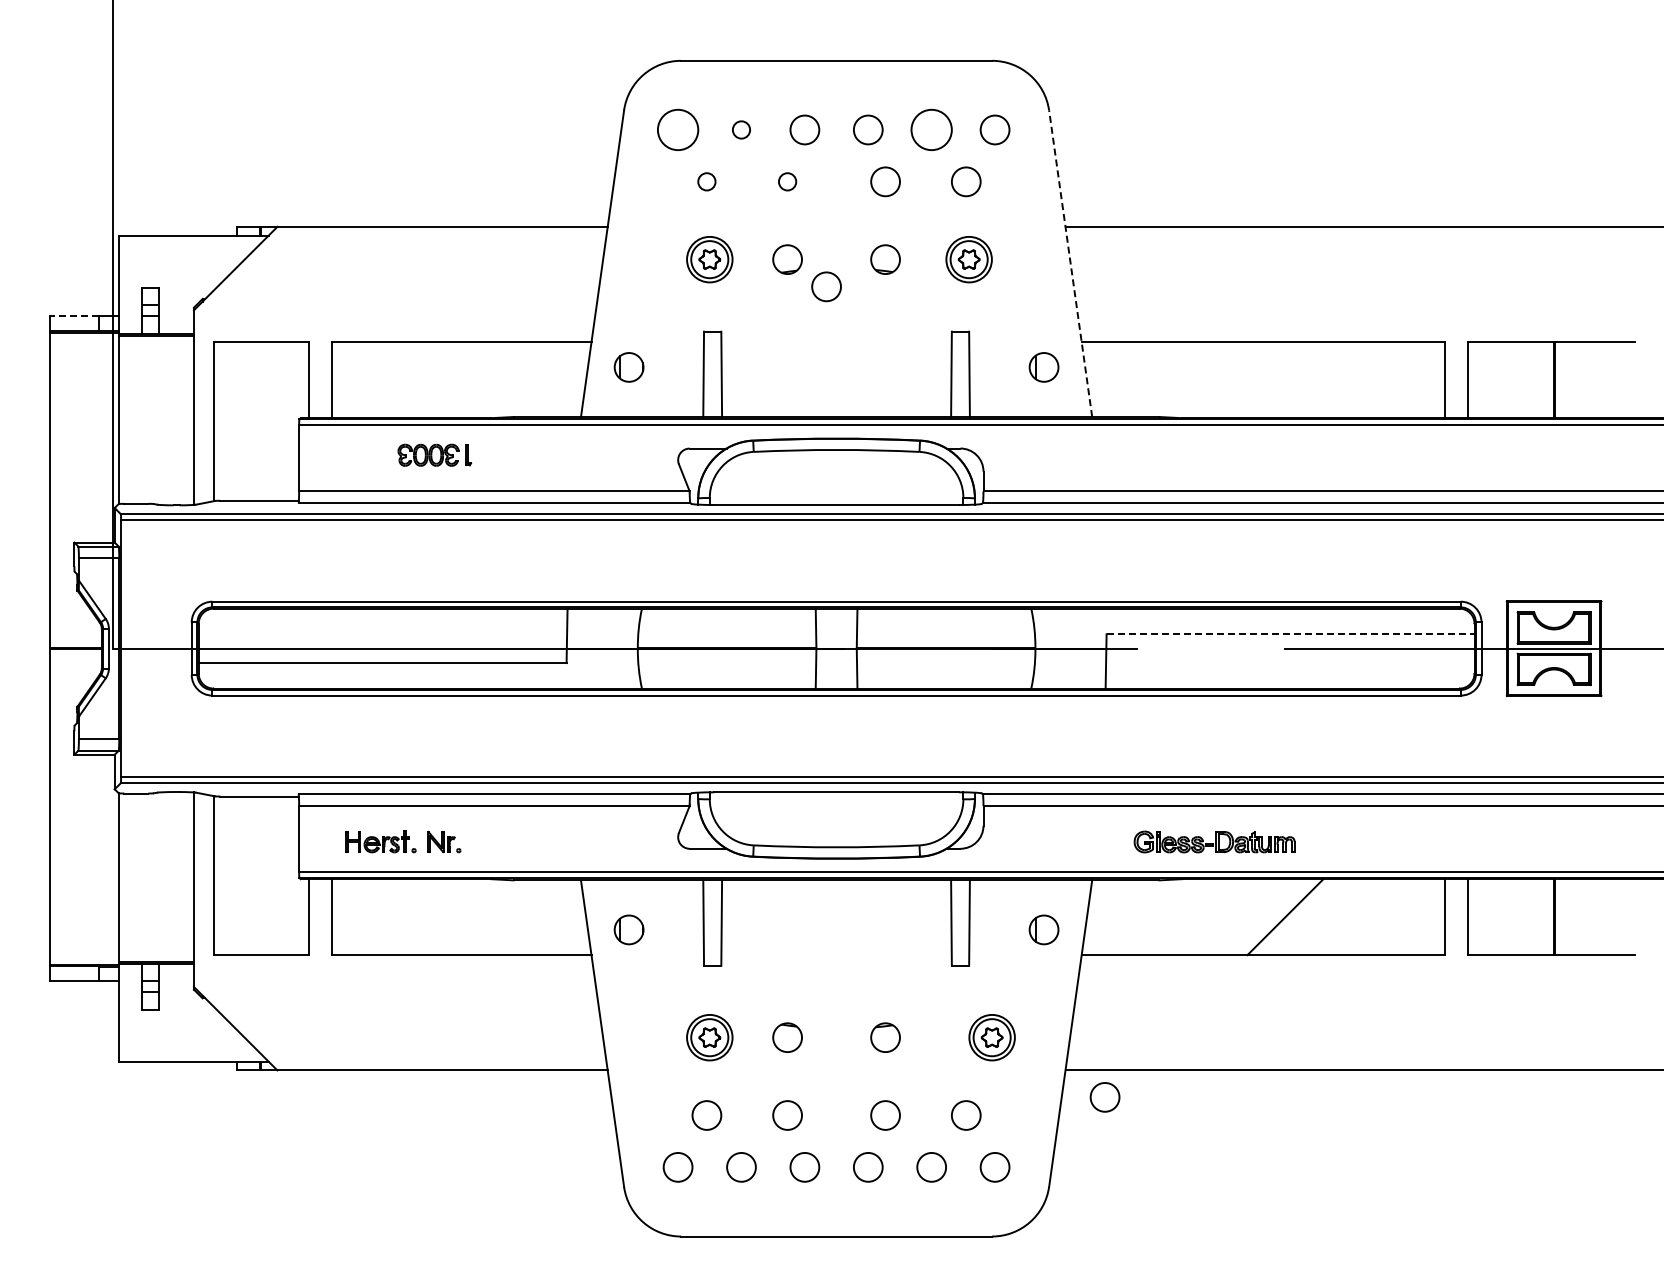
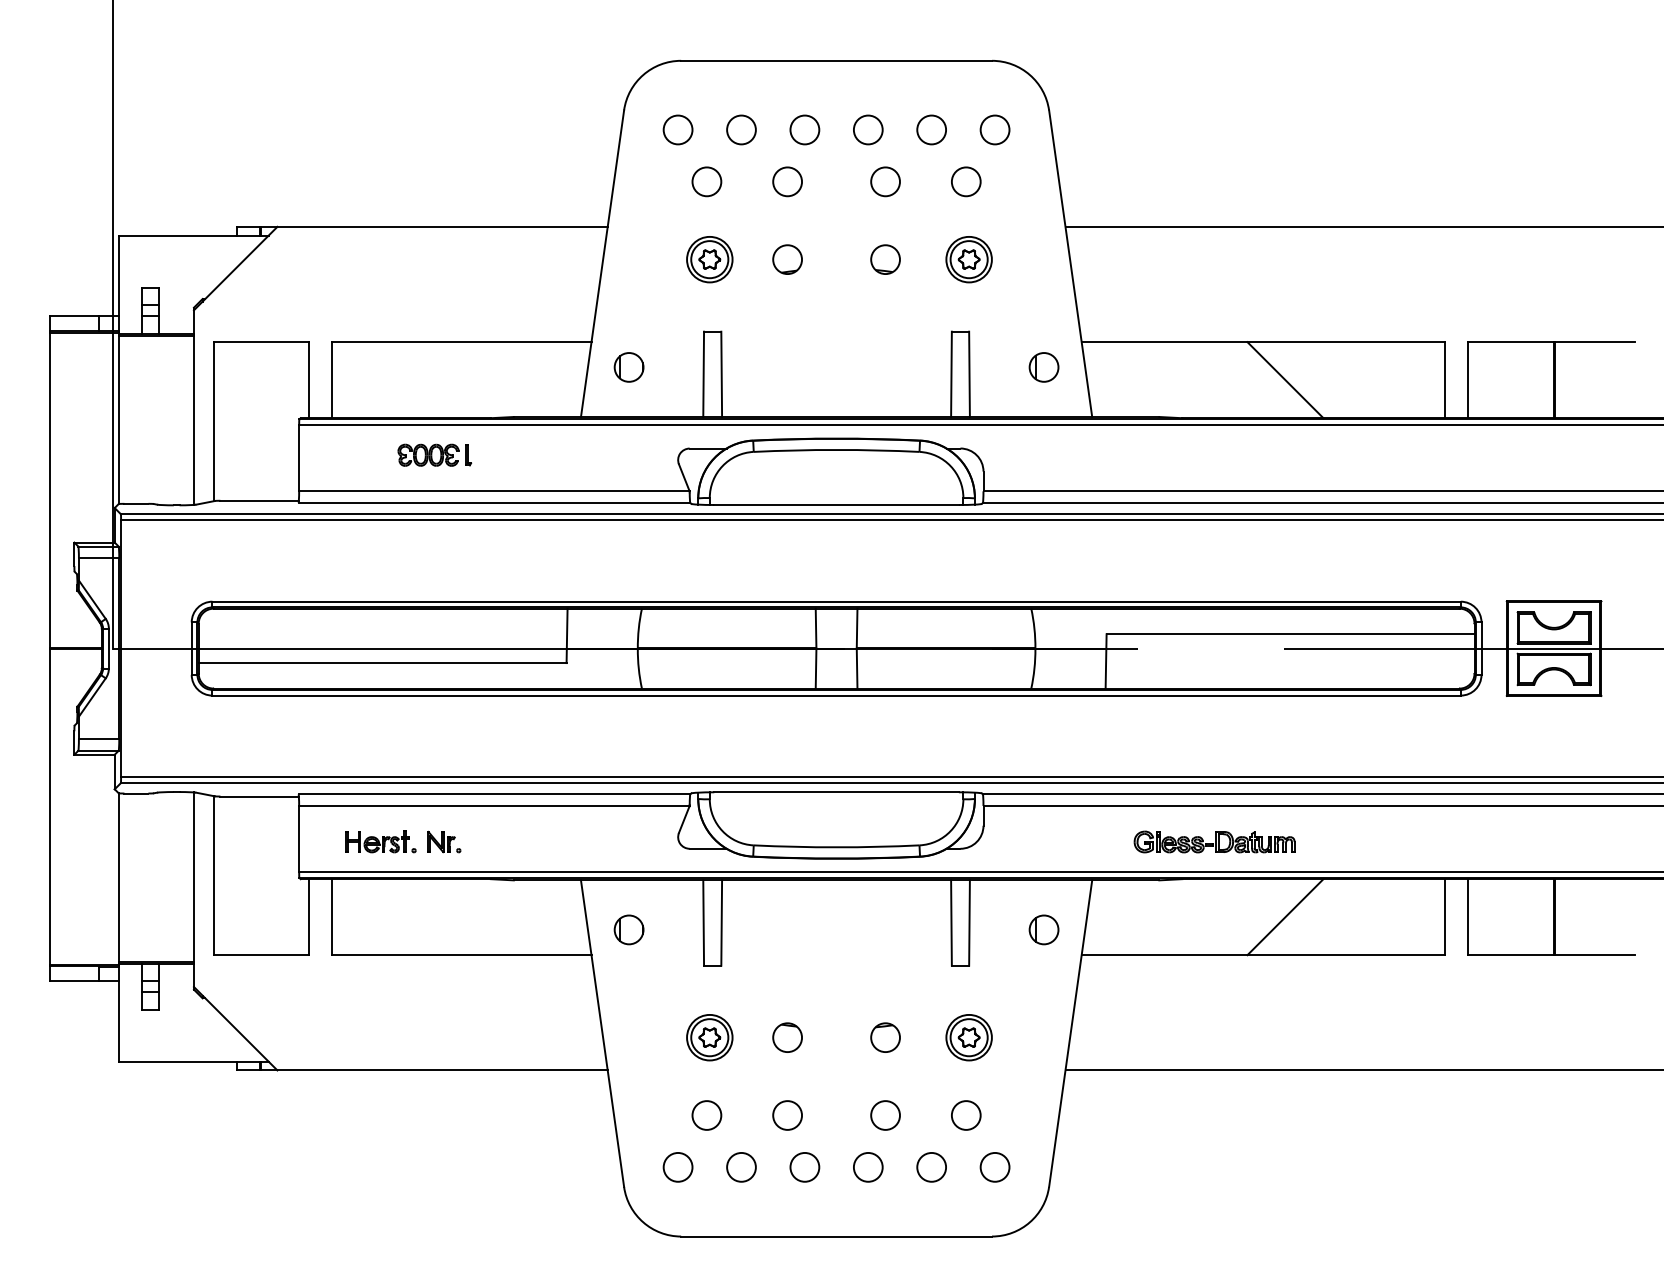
circle at (677, 129) diameter: 40 px -> 29 px
circle at (741, 129) diameter: 17 px -> 29 px
circle at (931, 129) diameter: 40 px -> 29 px
circle at (706, 181) diameter: 17 px -> 29 px
circle at (787, 181) diameter: 17 px -> 29 px
line at (1070, 263): dashed -> solid
circle at (826, 286): present -> none
line at (73, 316): dashed -> solid
line at (1285, 380): none -> present
line at (1290, 634): dashed -> solid
part at (991, 1037) position: (991, 1037) -> (968, 1037)
circle at (1104, 1097): present -> none
